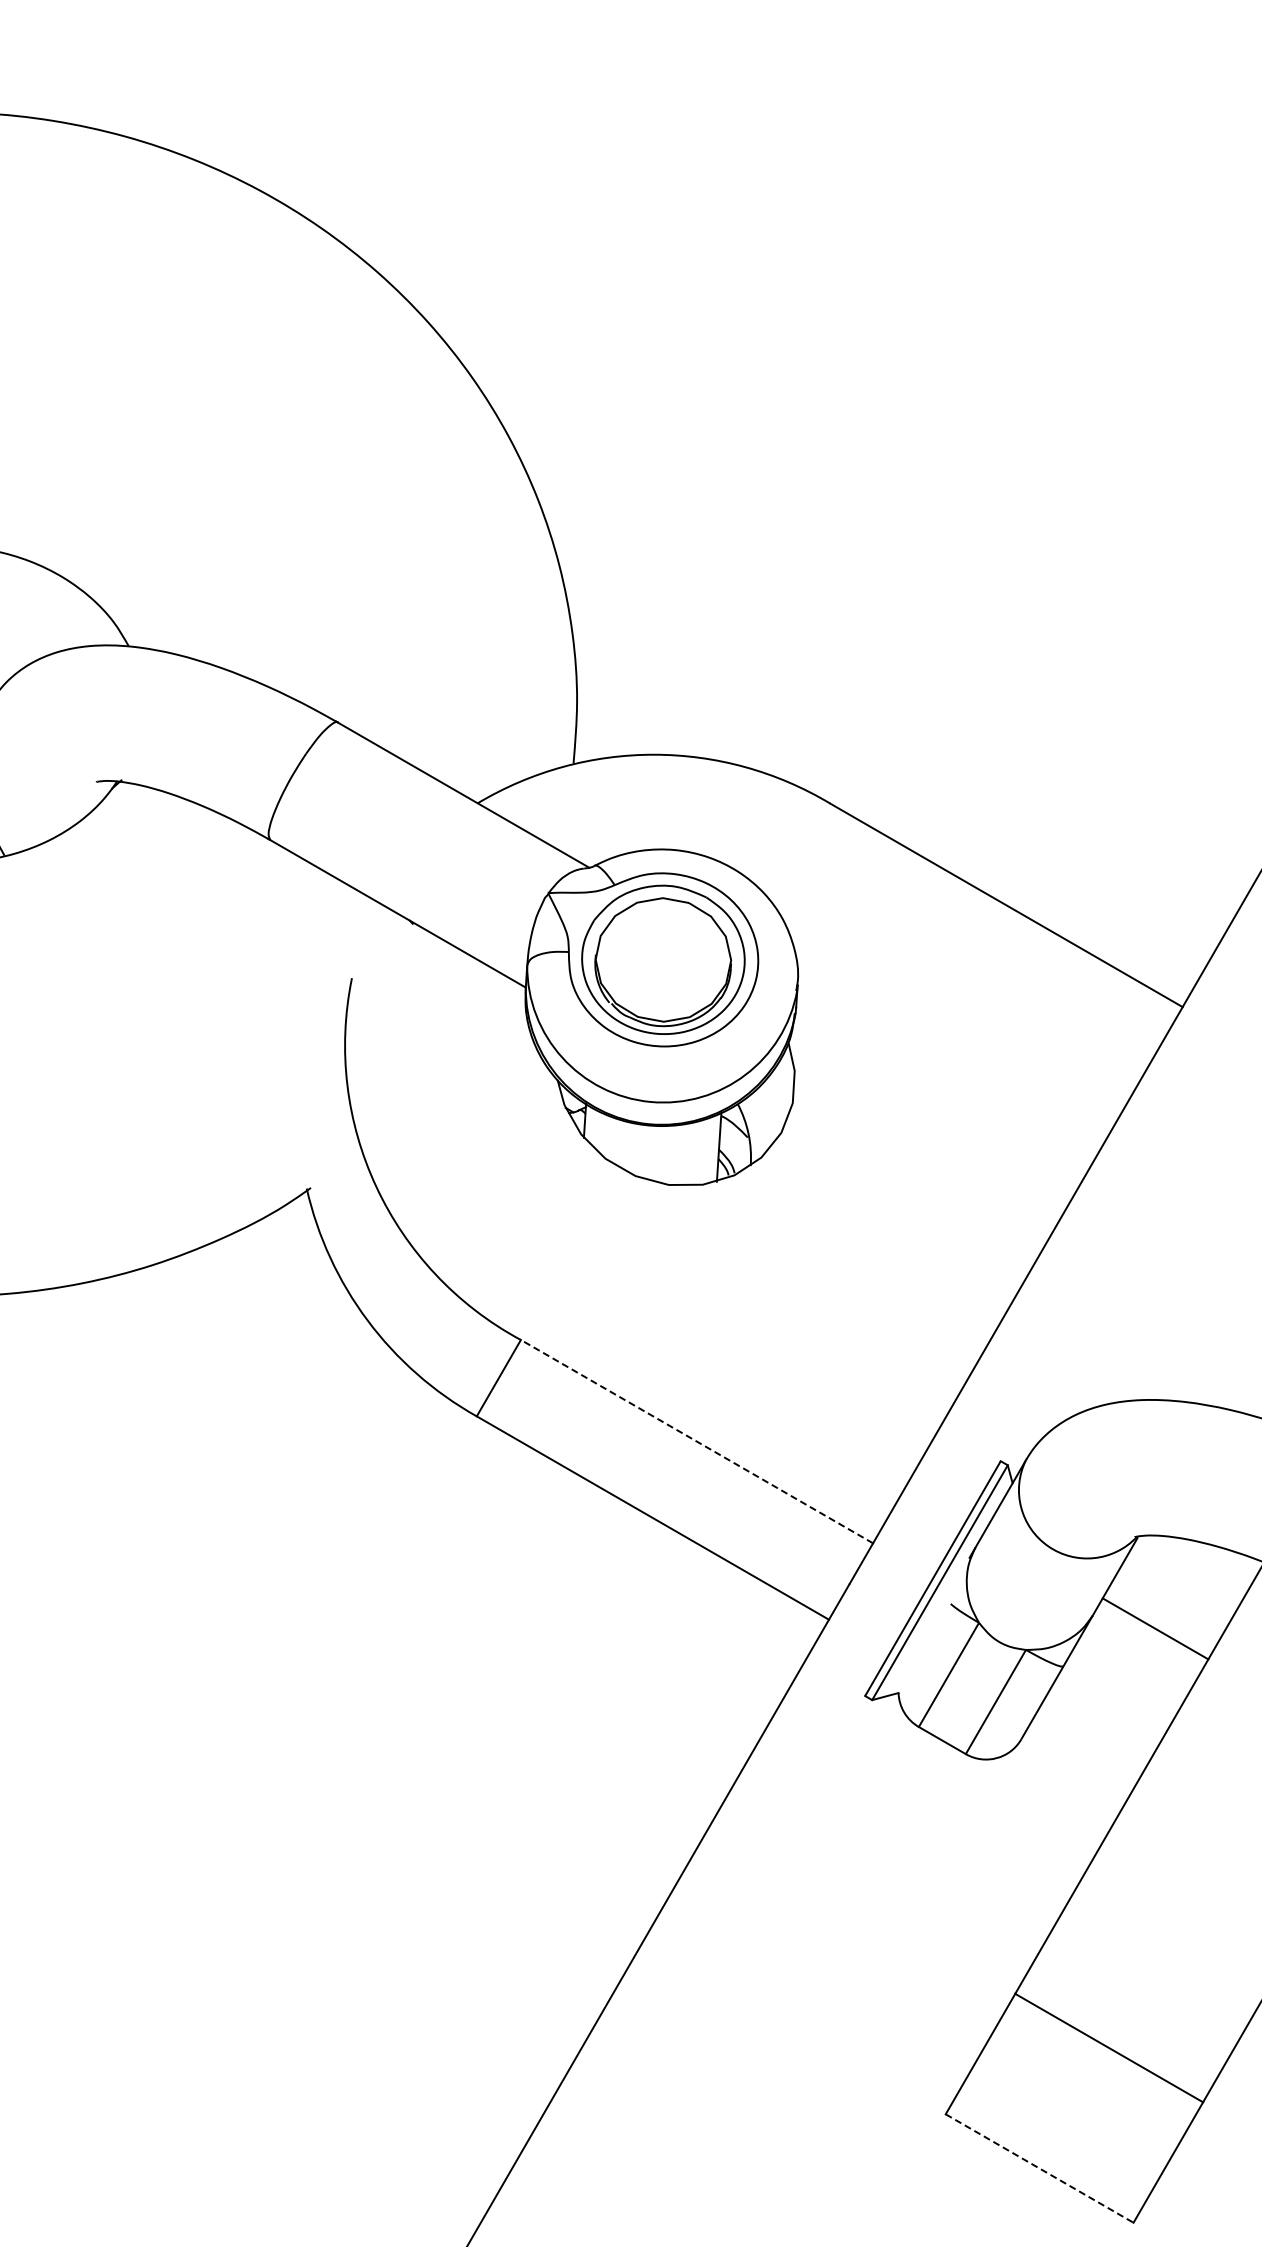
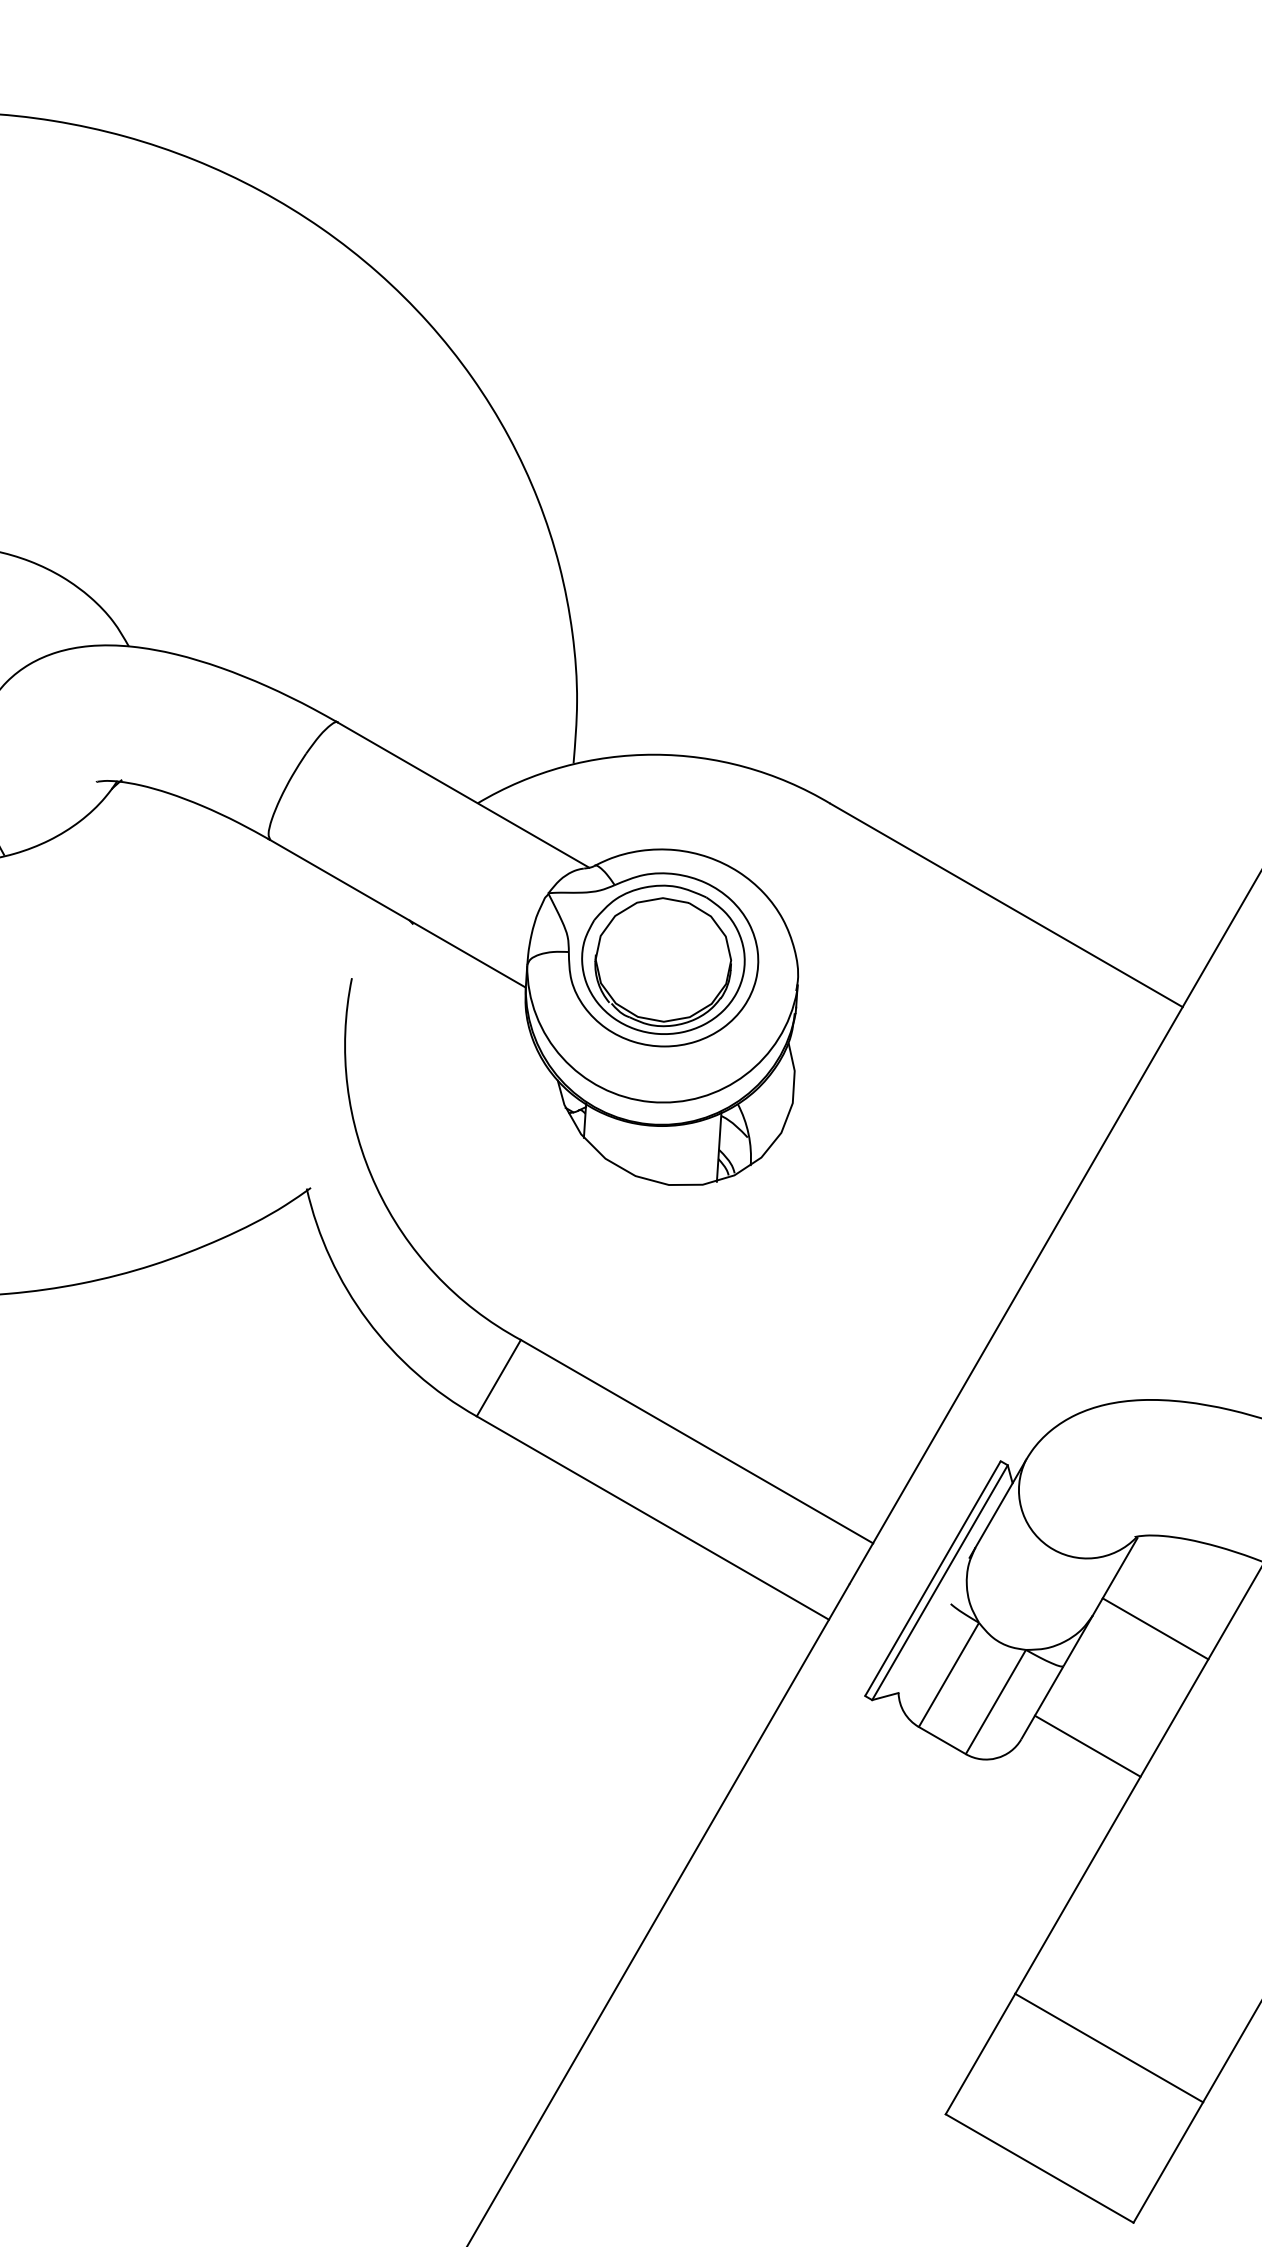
line at (696, 1441): dashed -> solid
line at (1087, 1745): none -> present
line at (1040, 2168): dashed -> solid
